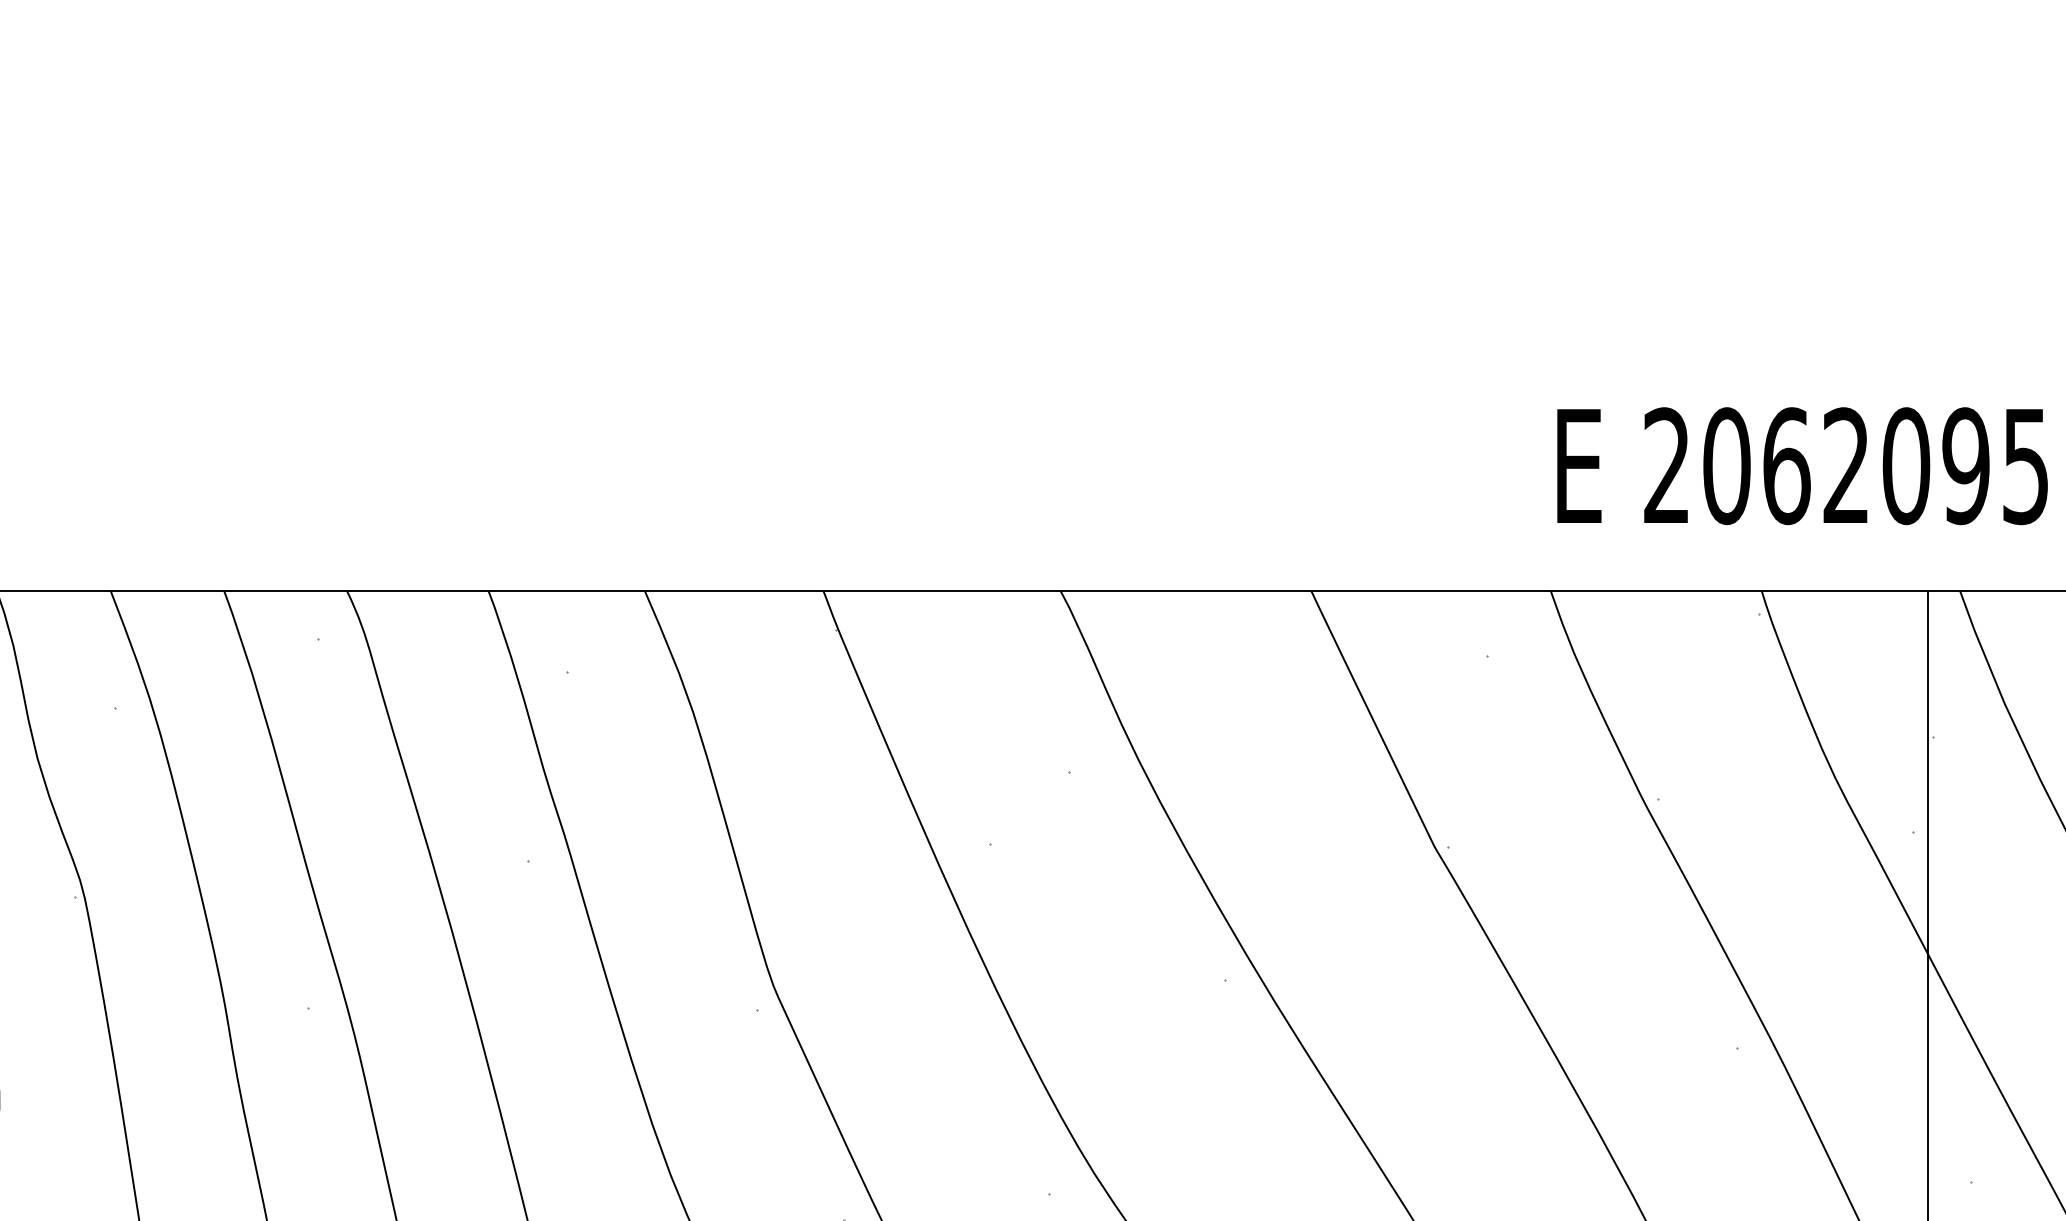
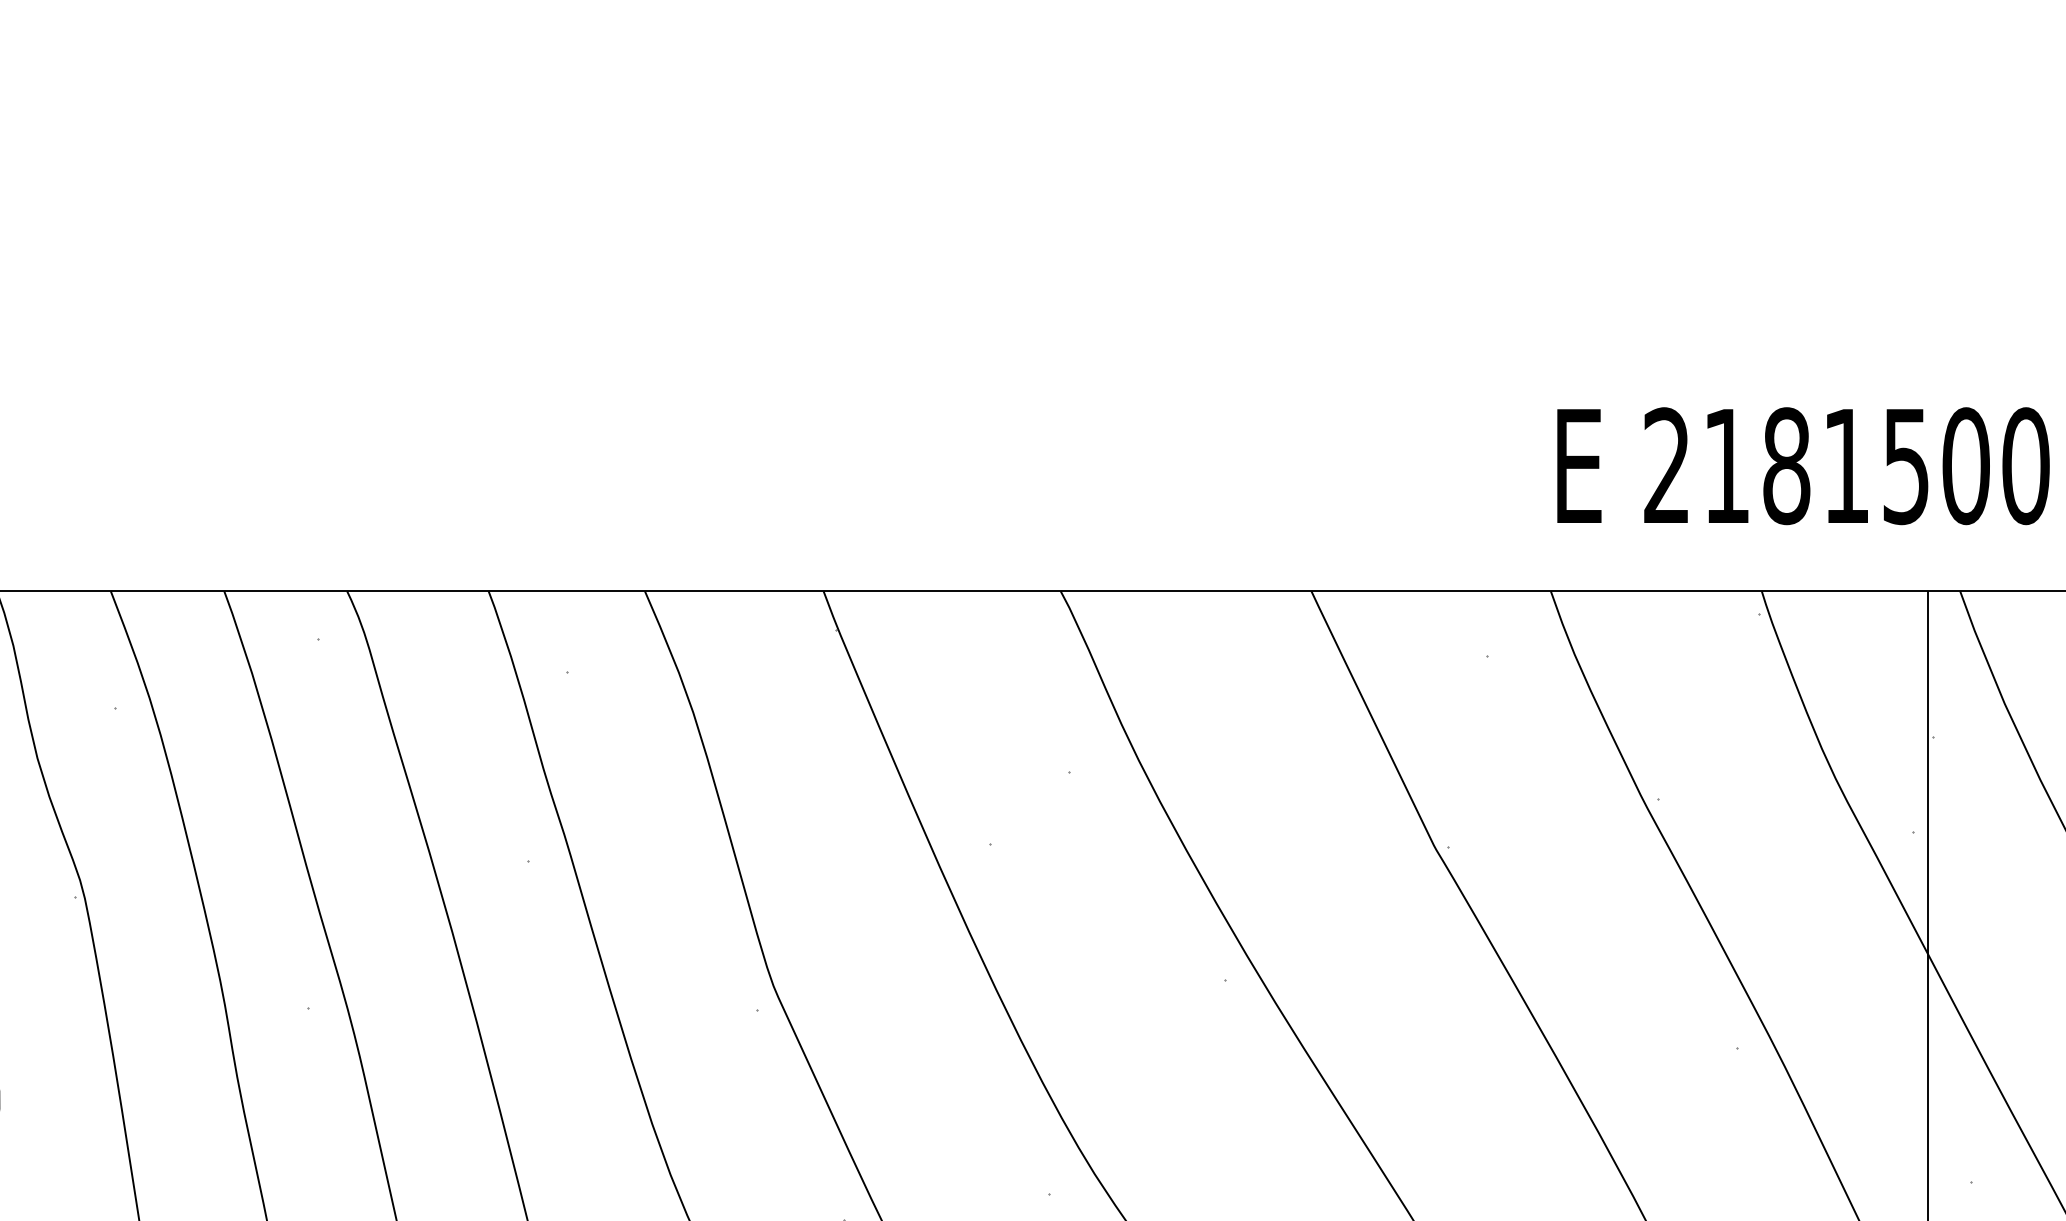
text at (1876, 466): 2062095 -> 2181500
